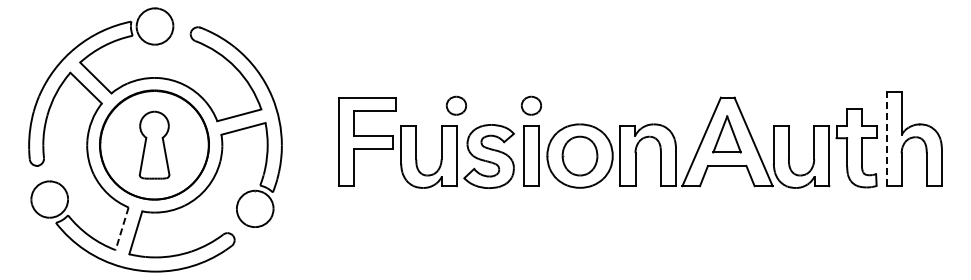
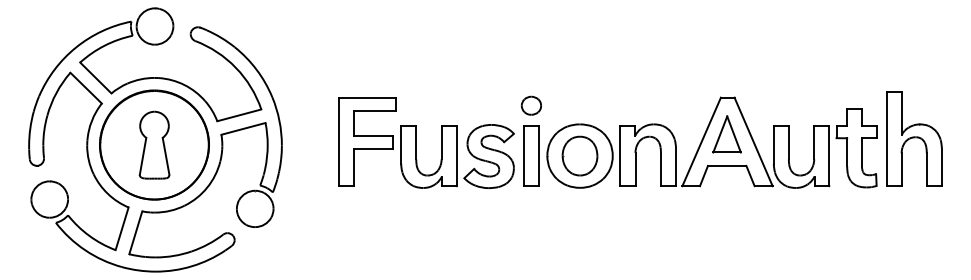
part at (455, 105): present -> none
line at (886, 138): dashed -> solid
line at (122, 229): dashed -> solid
